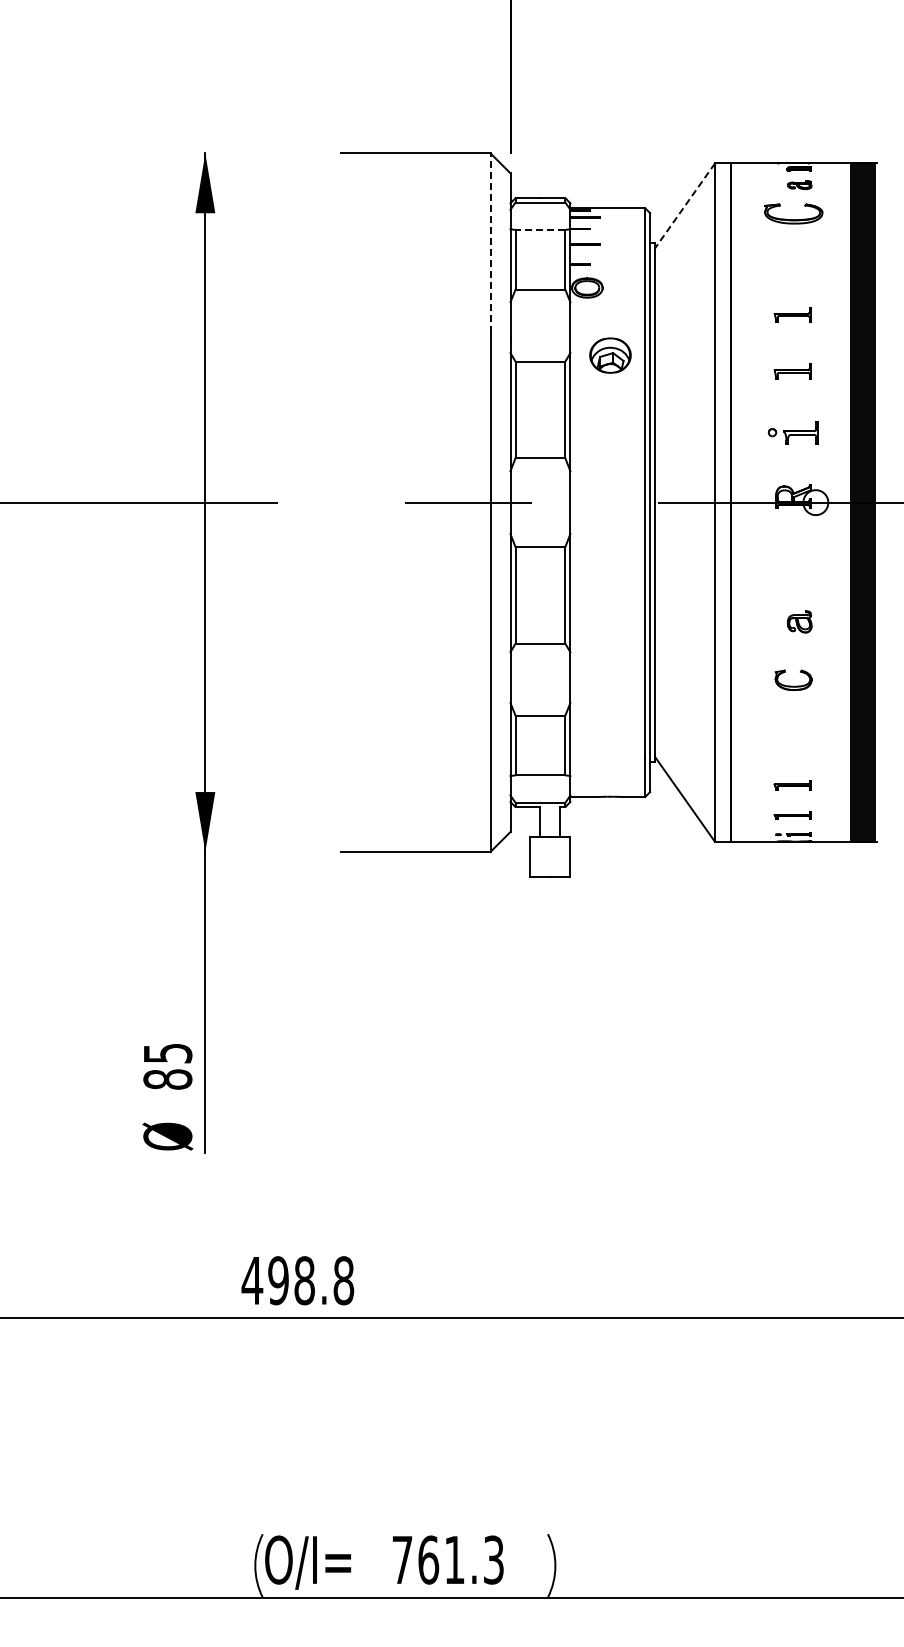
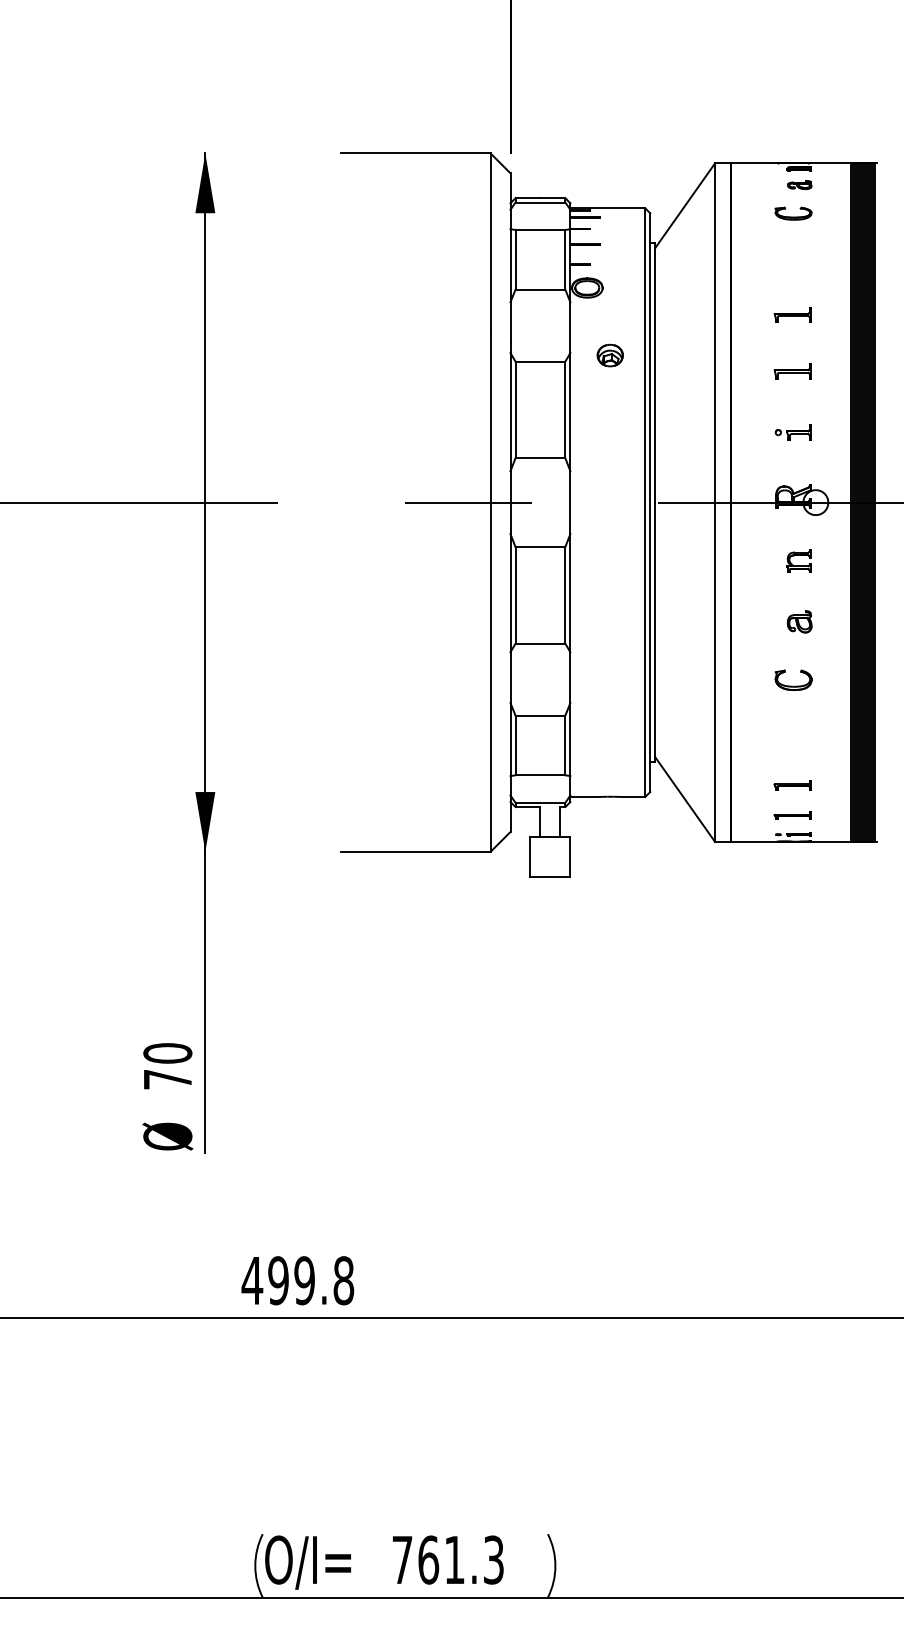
line at (685, 205): dashed -> solid
part at (793, 213) size: 60x22 px -> 39x15 px
line at (540, 229): dashed -> solid
line at (490, 243): dashed -> solid
part at (610, 355) size: 43x37 px -> 28x25 px
part at (792, 432) size: 52x24 px -> 38x17 px
part at (798, 560): none -> present
text at (167, 1066): 85 -> 70
text at (304, 1280): 498.8 -> 499.8
